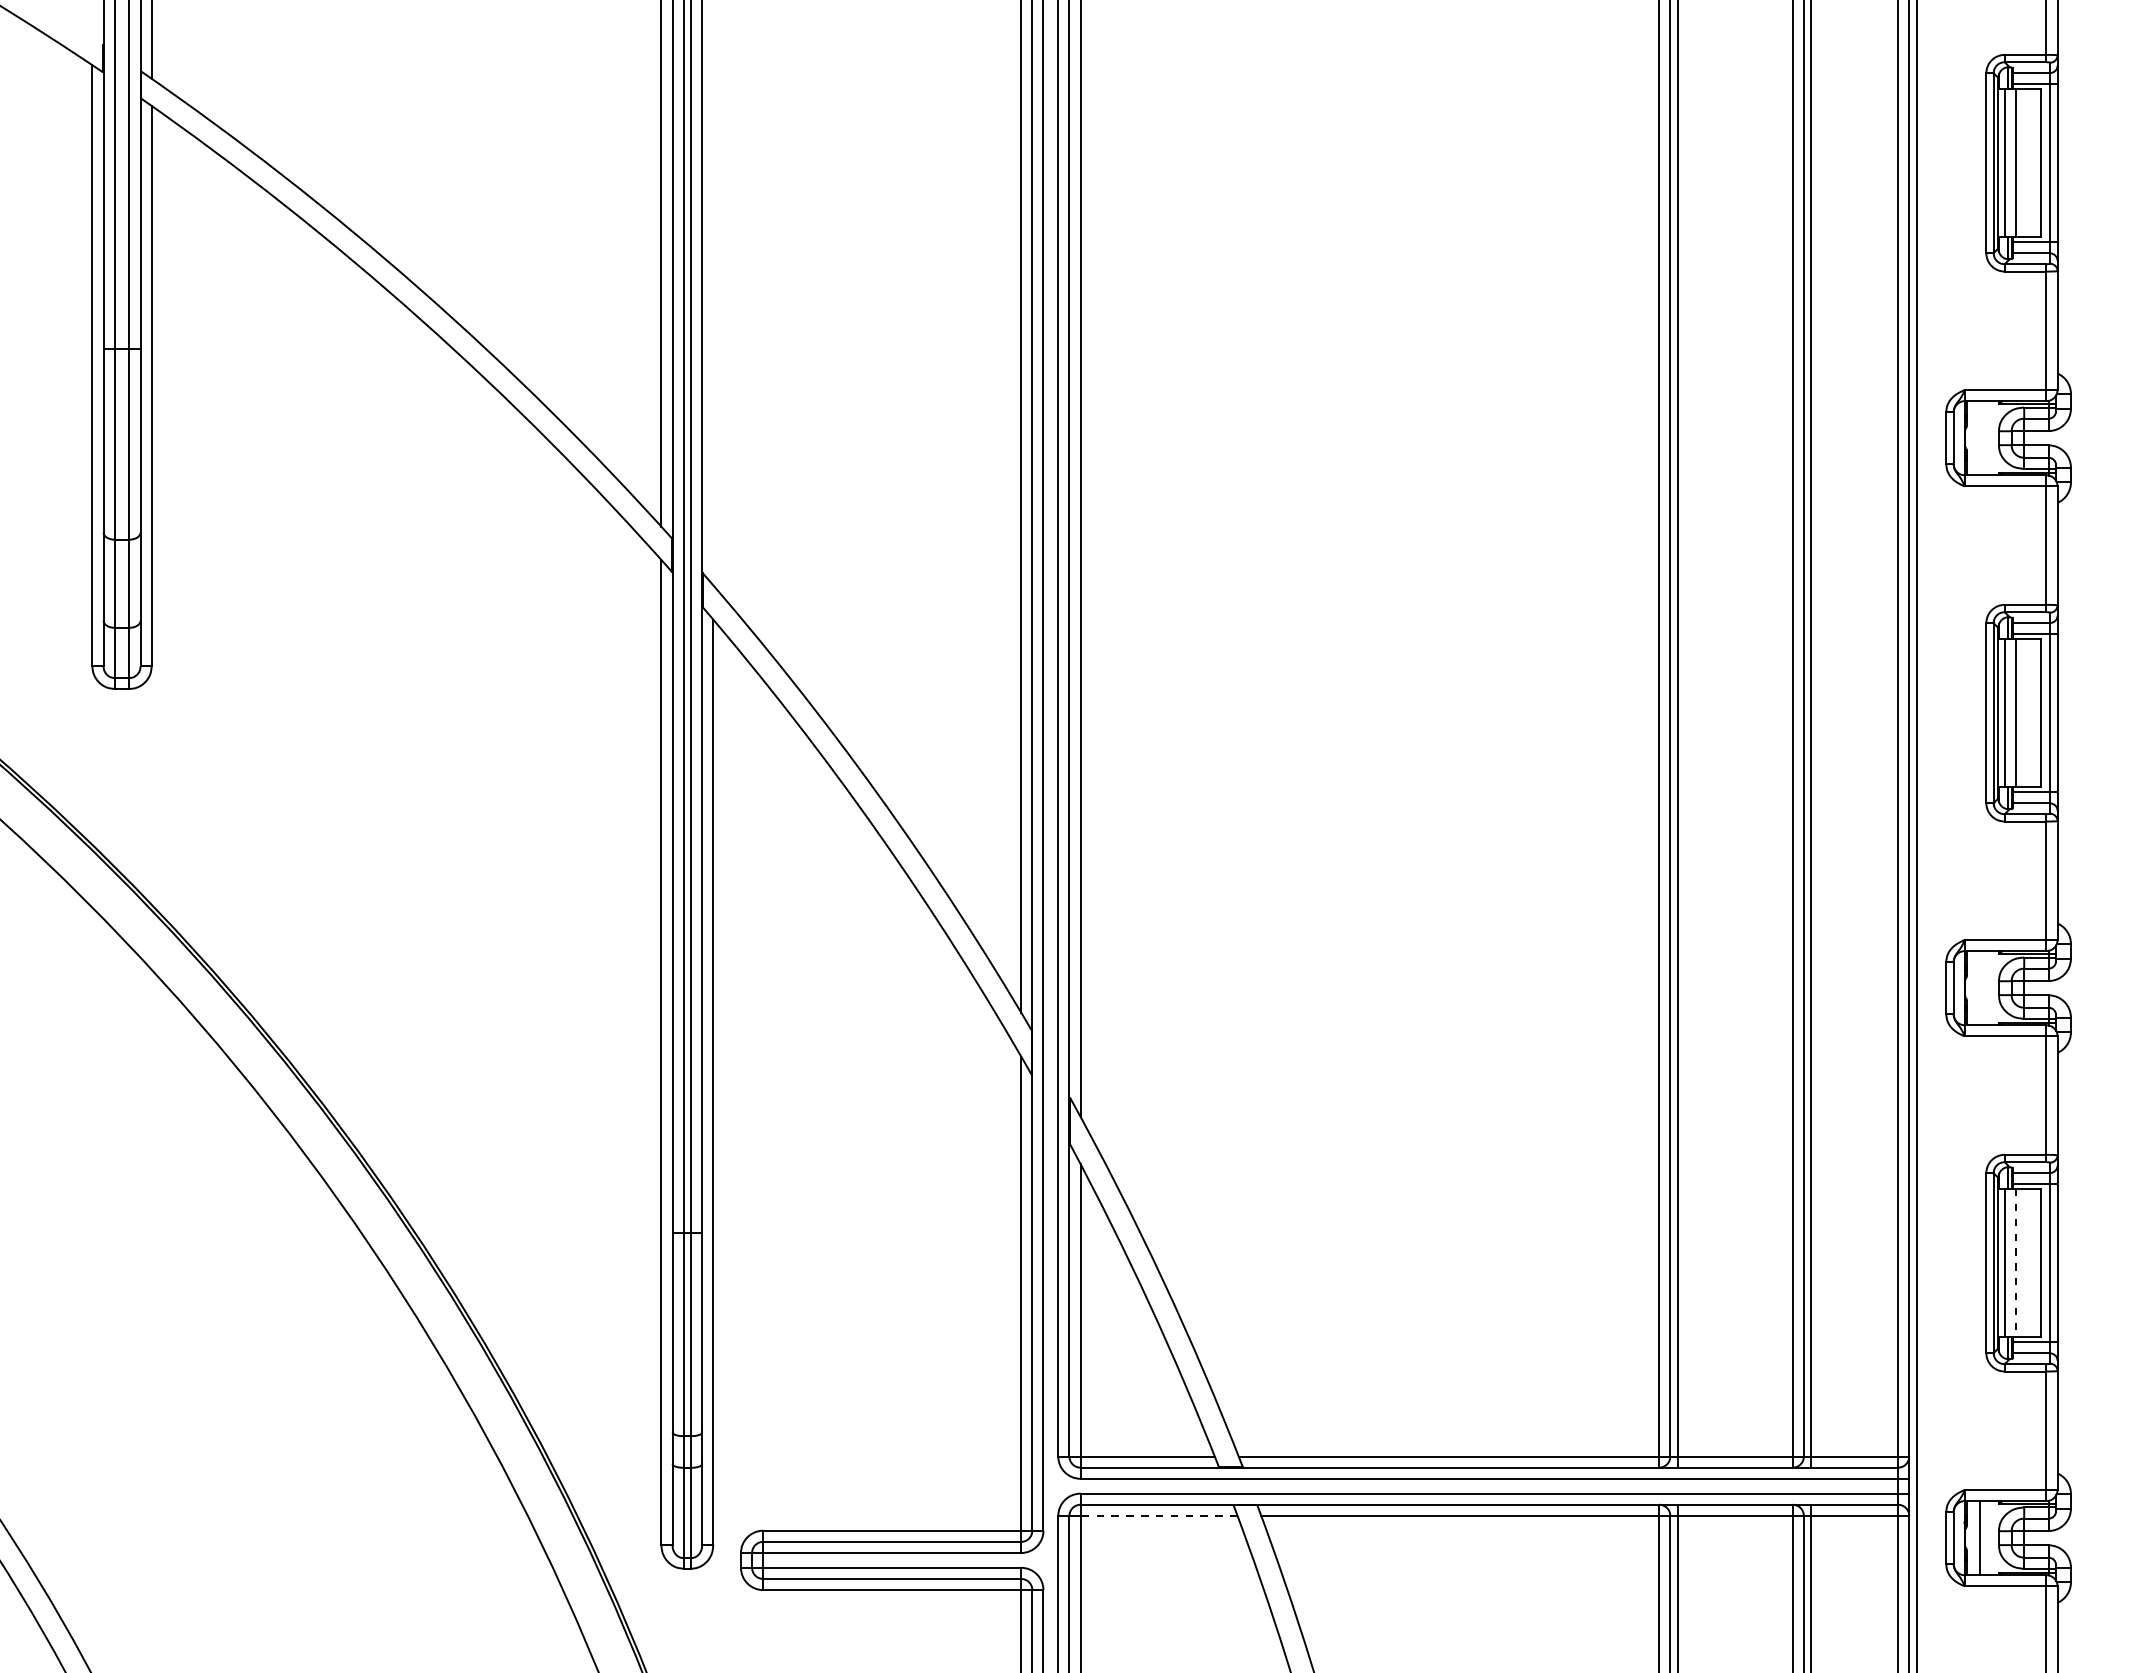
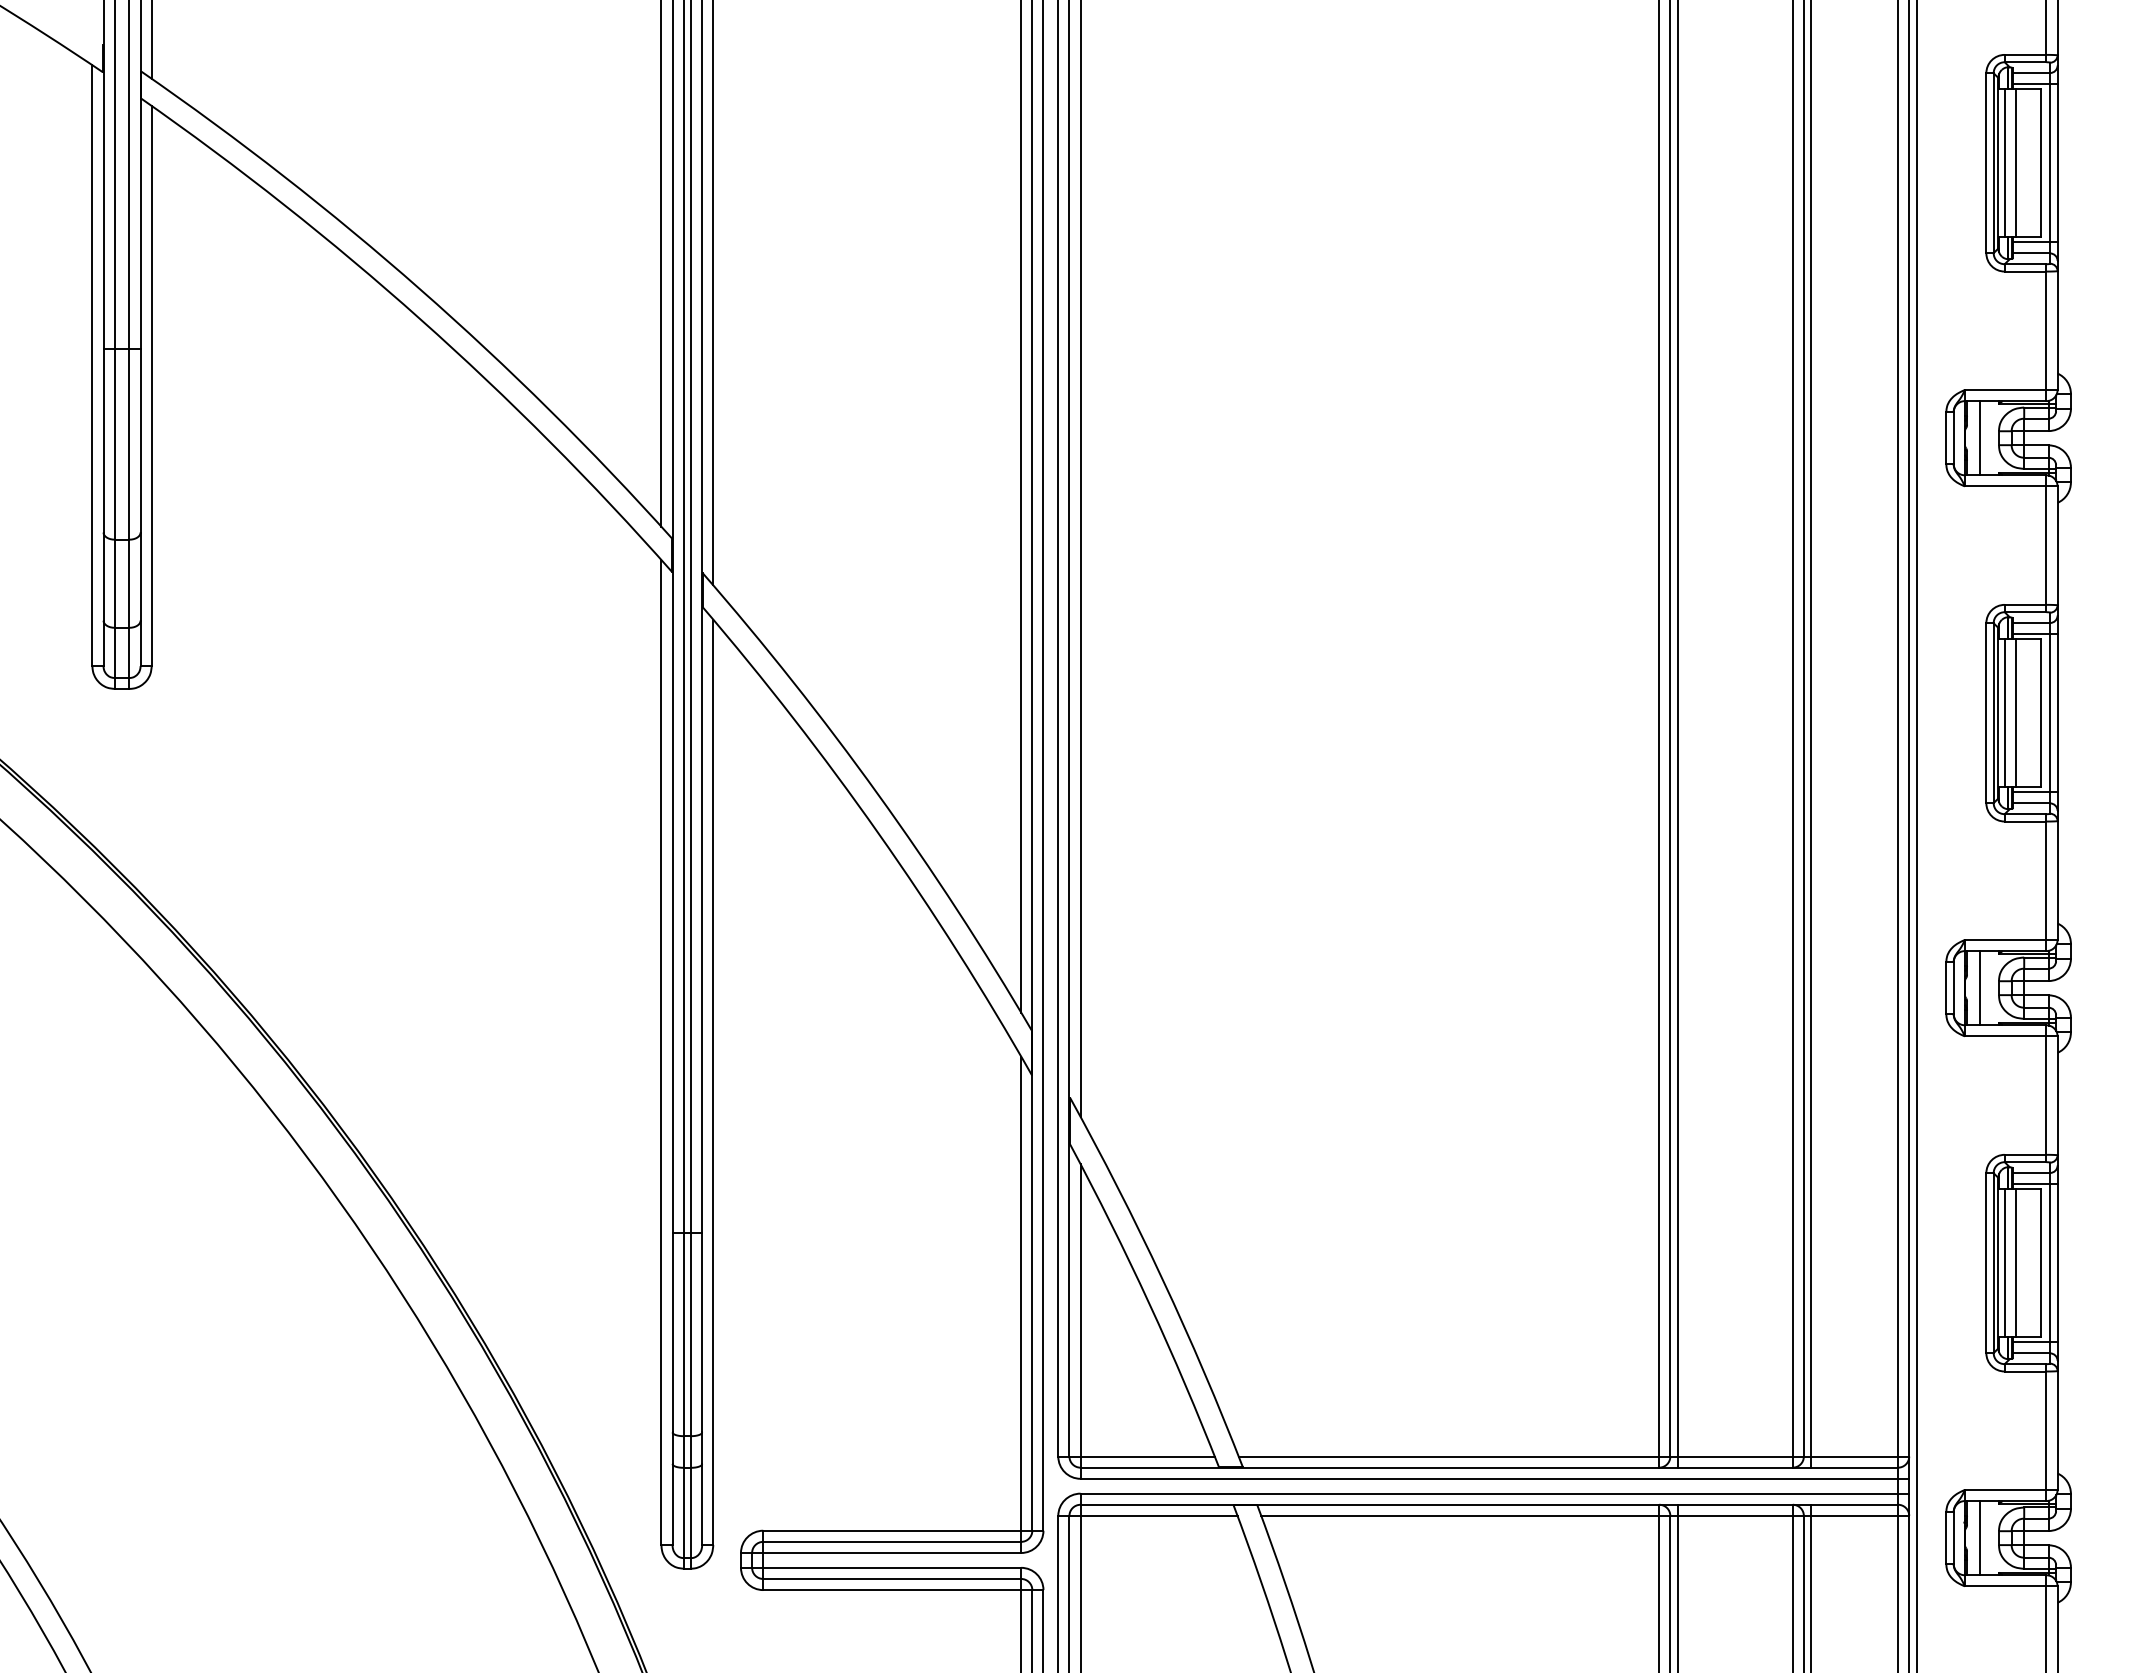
line at (713, 293): none -> present
line at (1979, 438): none -> present
line at (1979, 988): none -> present
line at (2015, 1263): dashed -> solid
line at (1159, 1515): dashed -> solid
